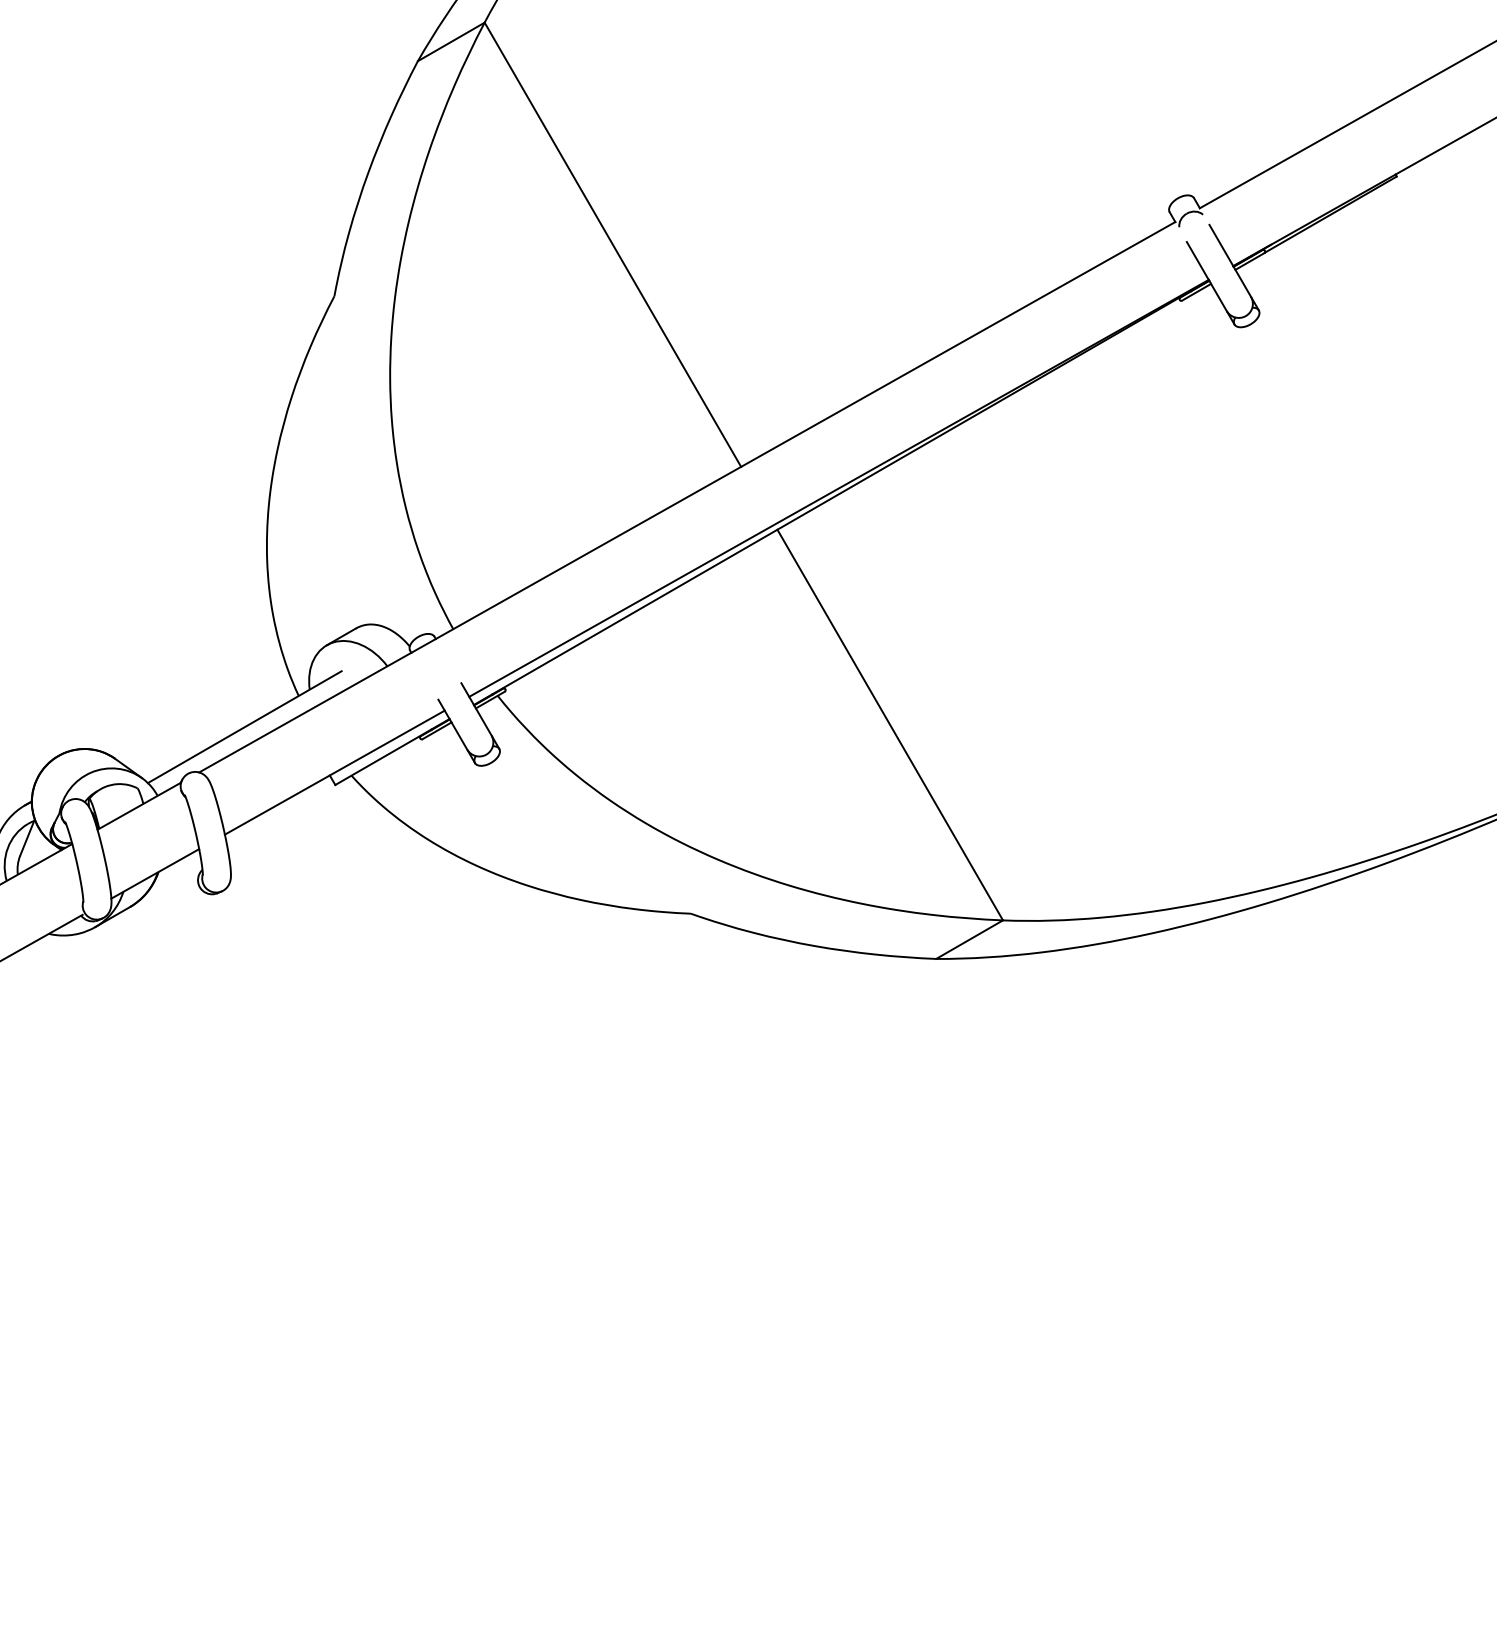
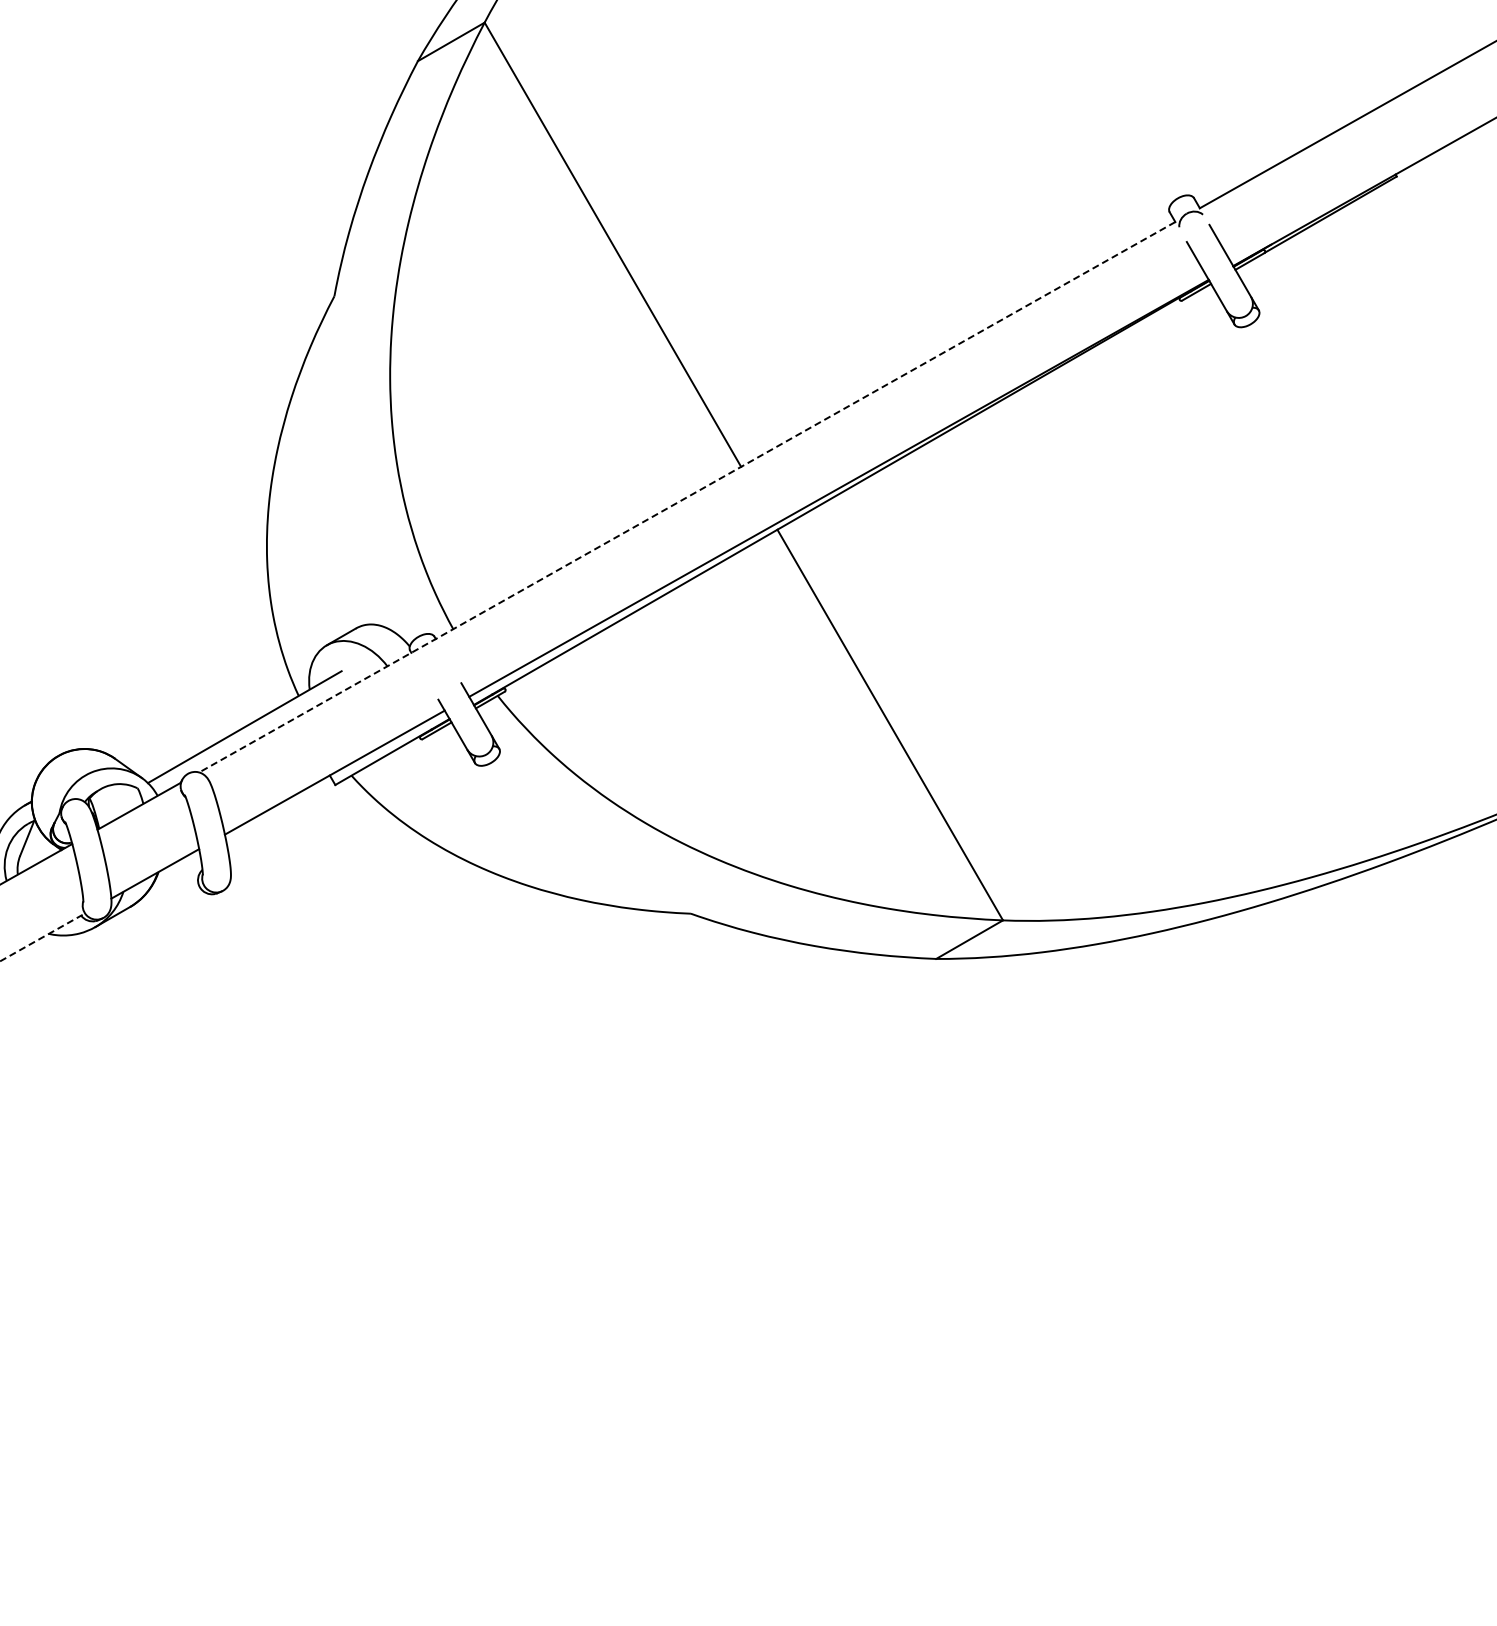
line at (686, 497): solid -> dashed
line at (41, 937): solid -> dashed
